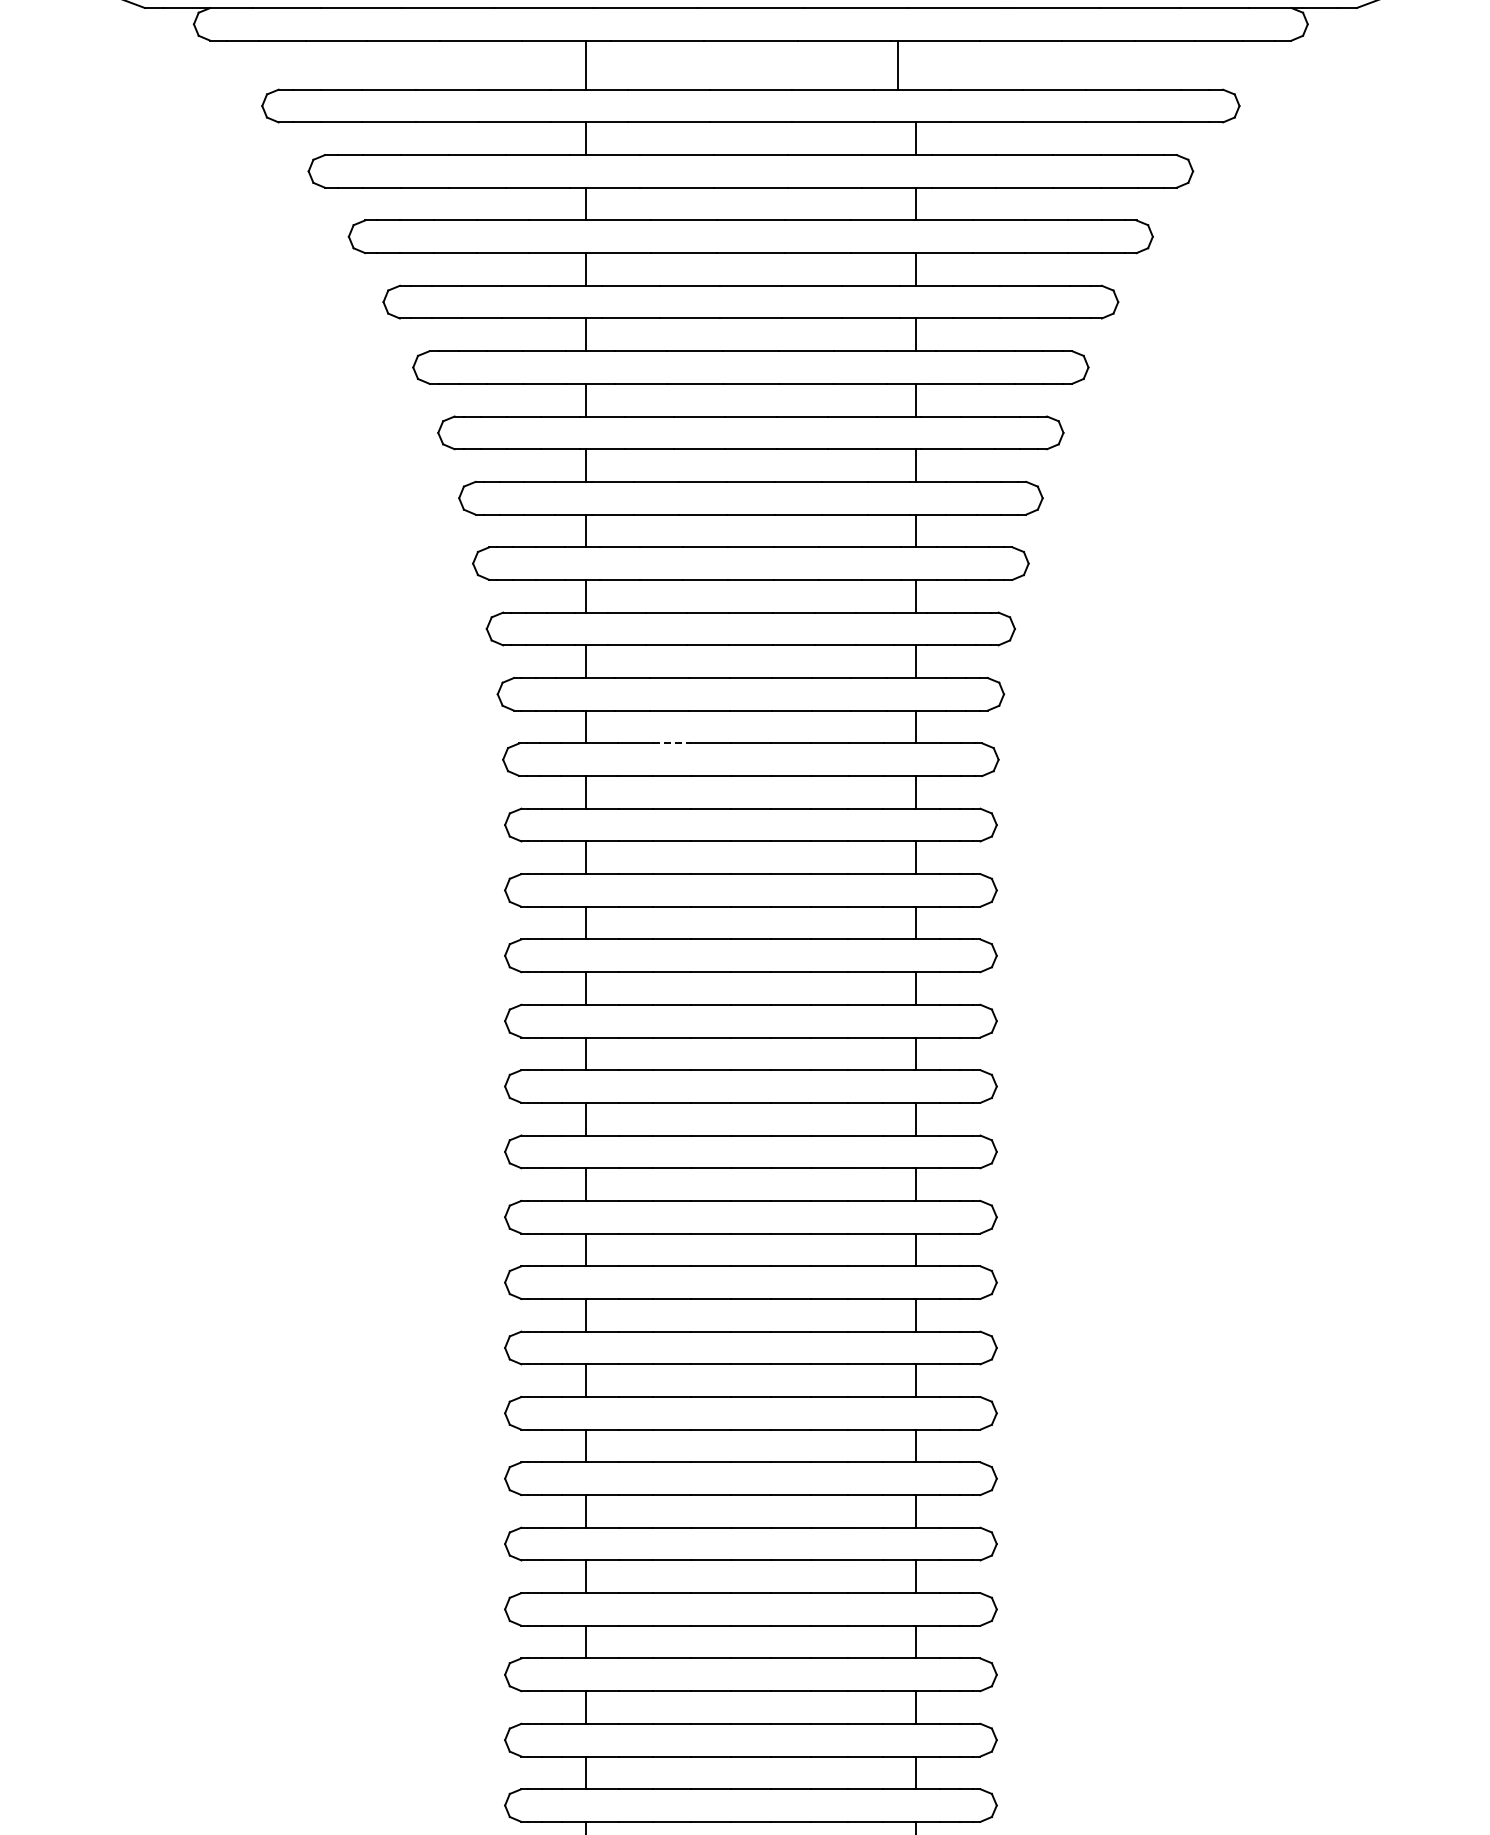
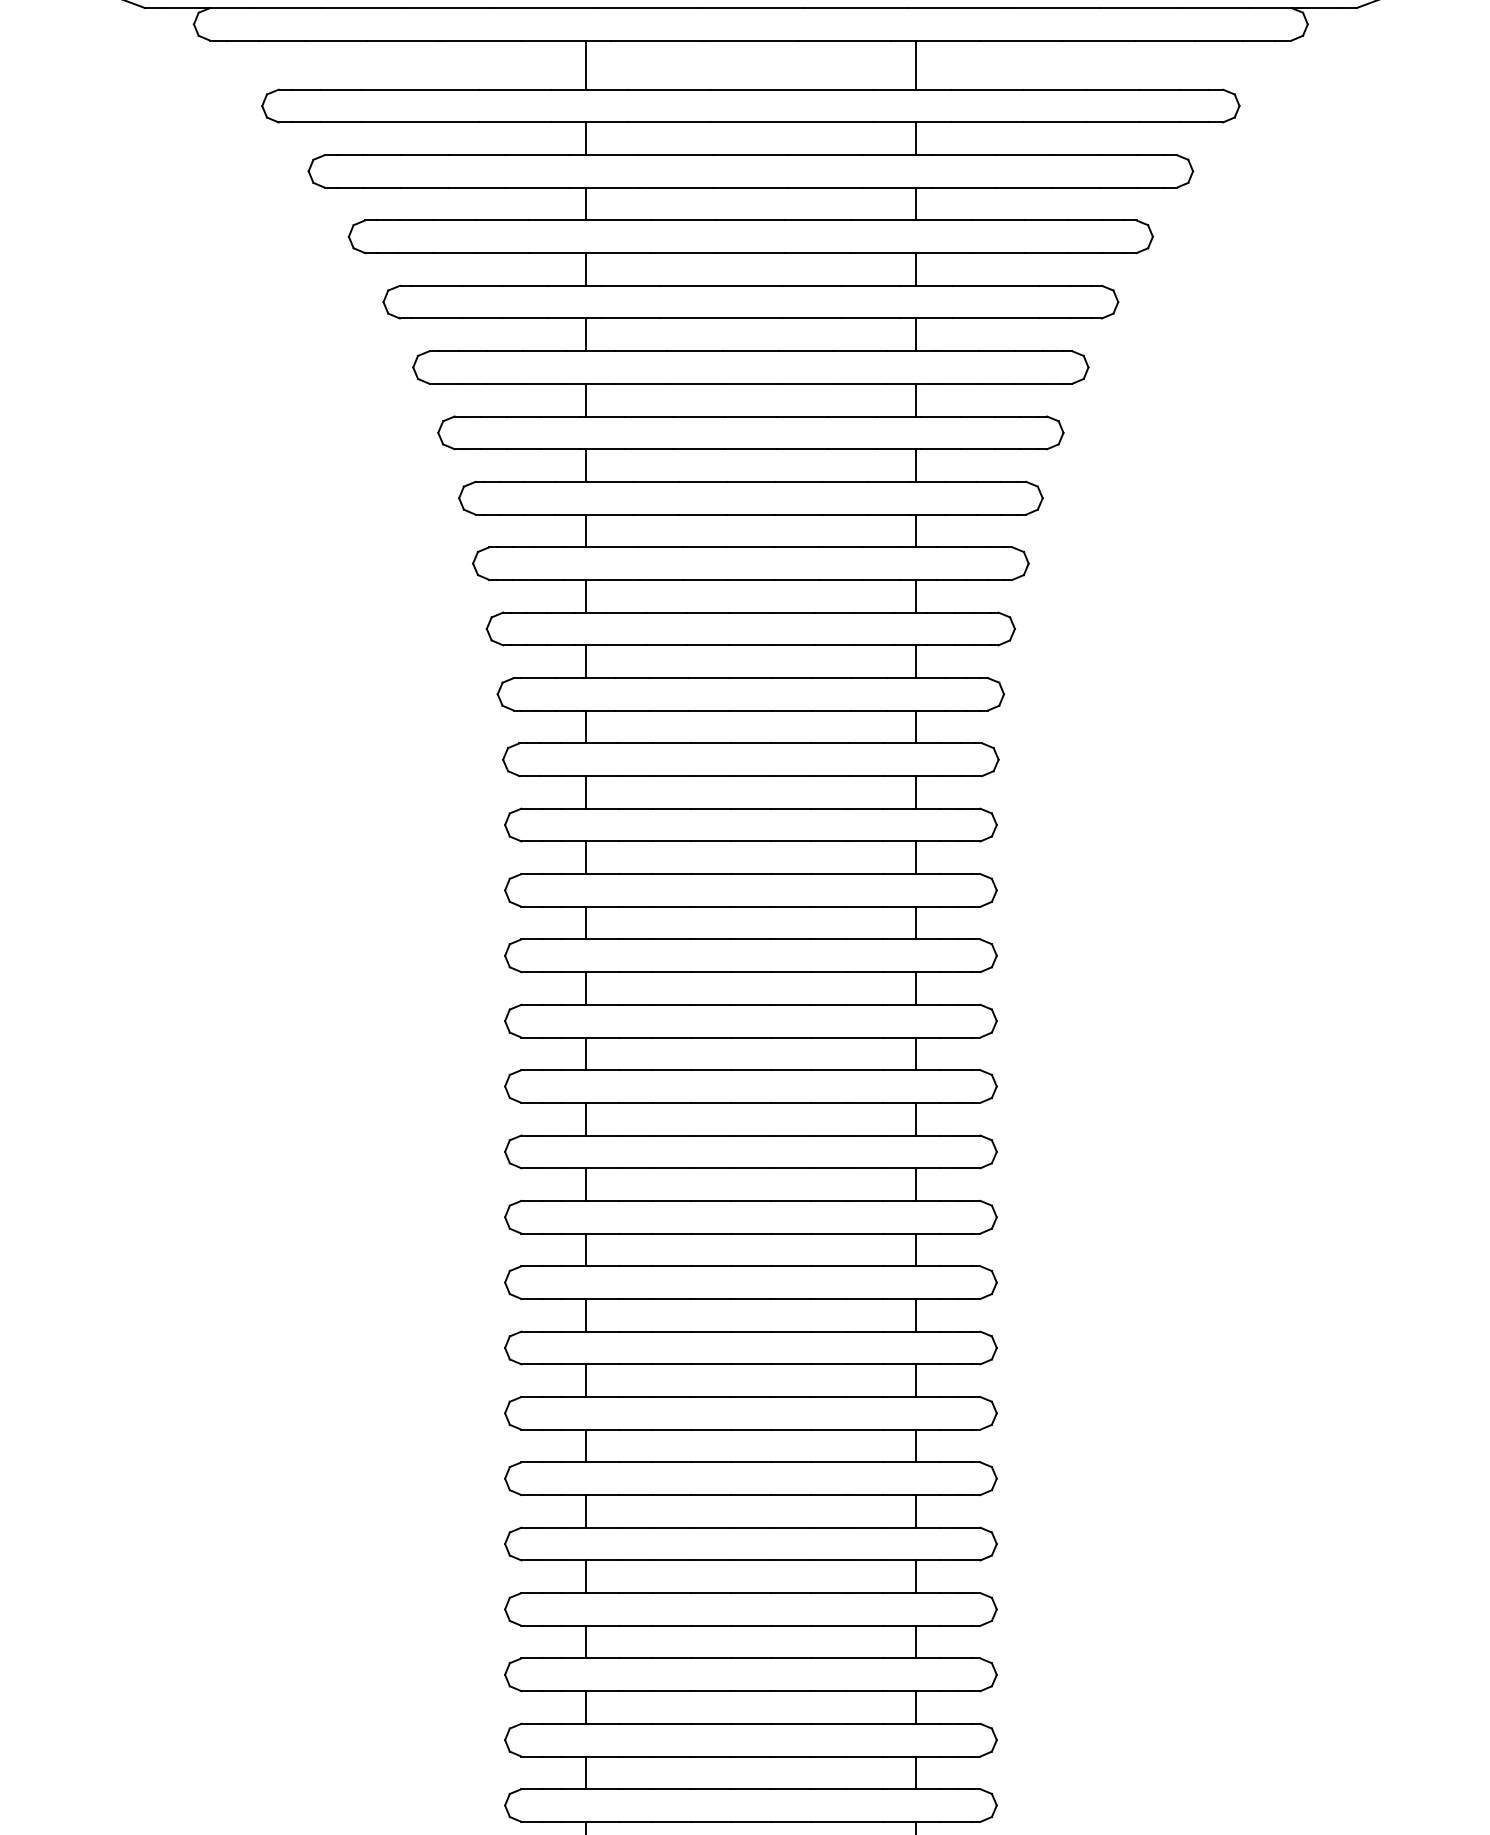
line at (897, 64) position: (897, 64) -> (915, 64)
line at (671, 743): dashed -> solid
